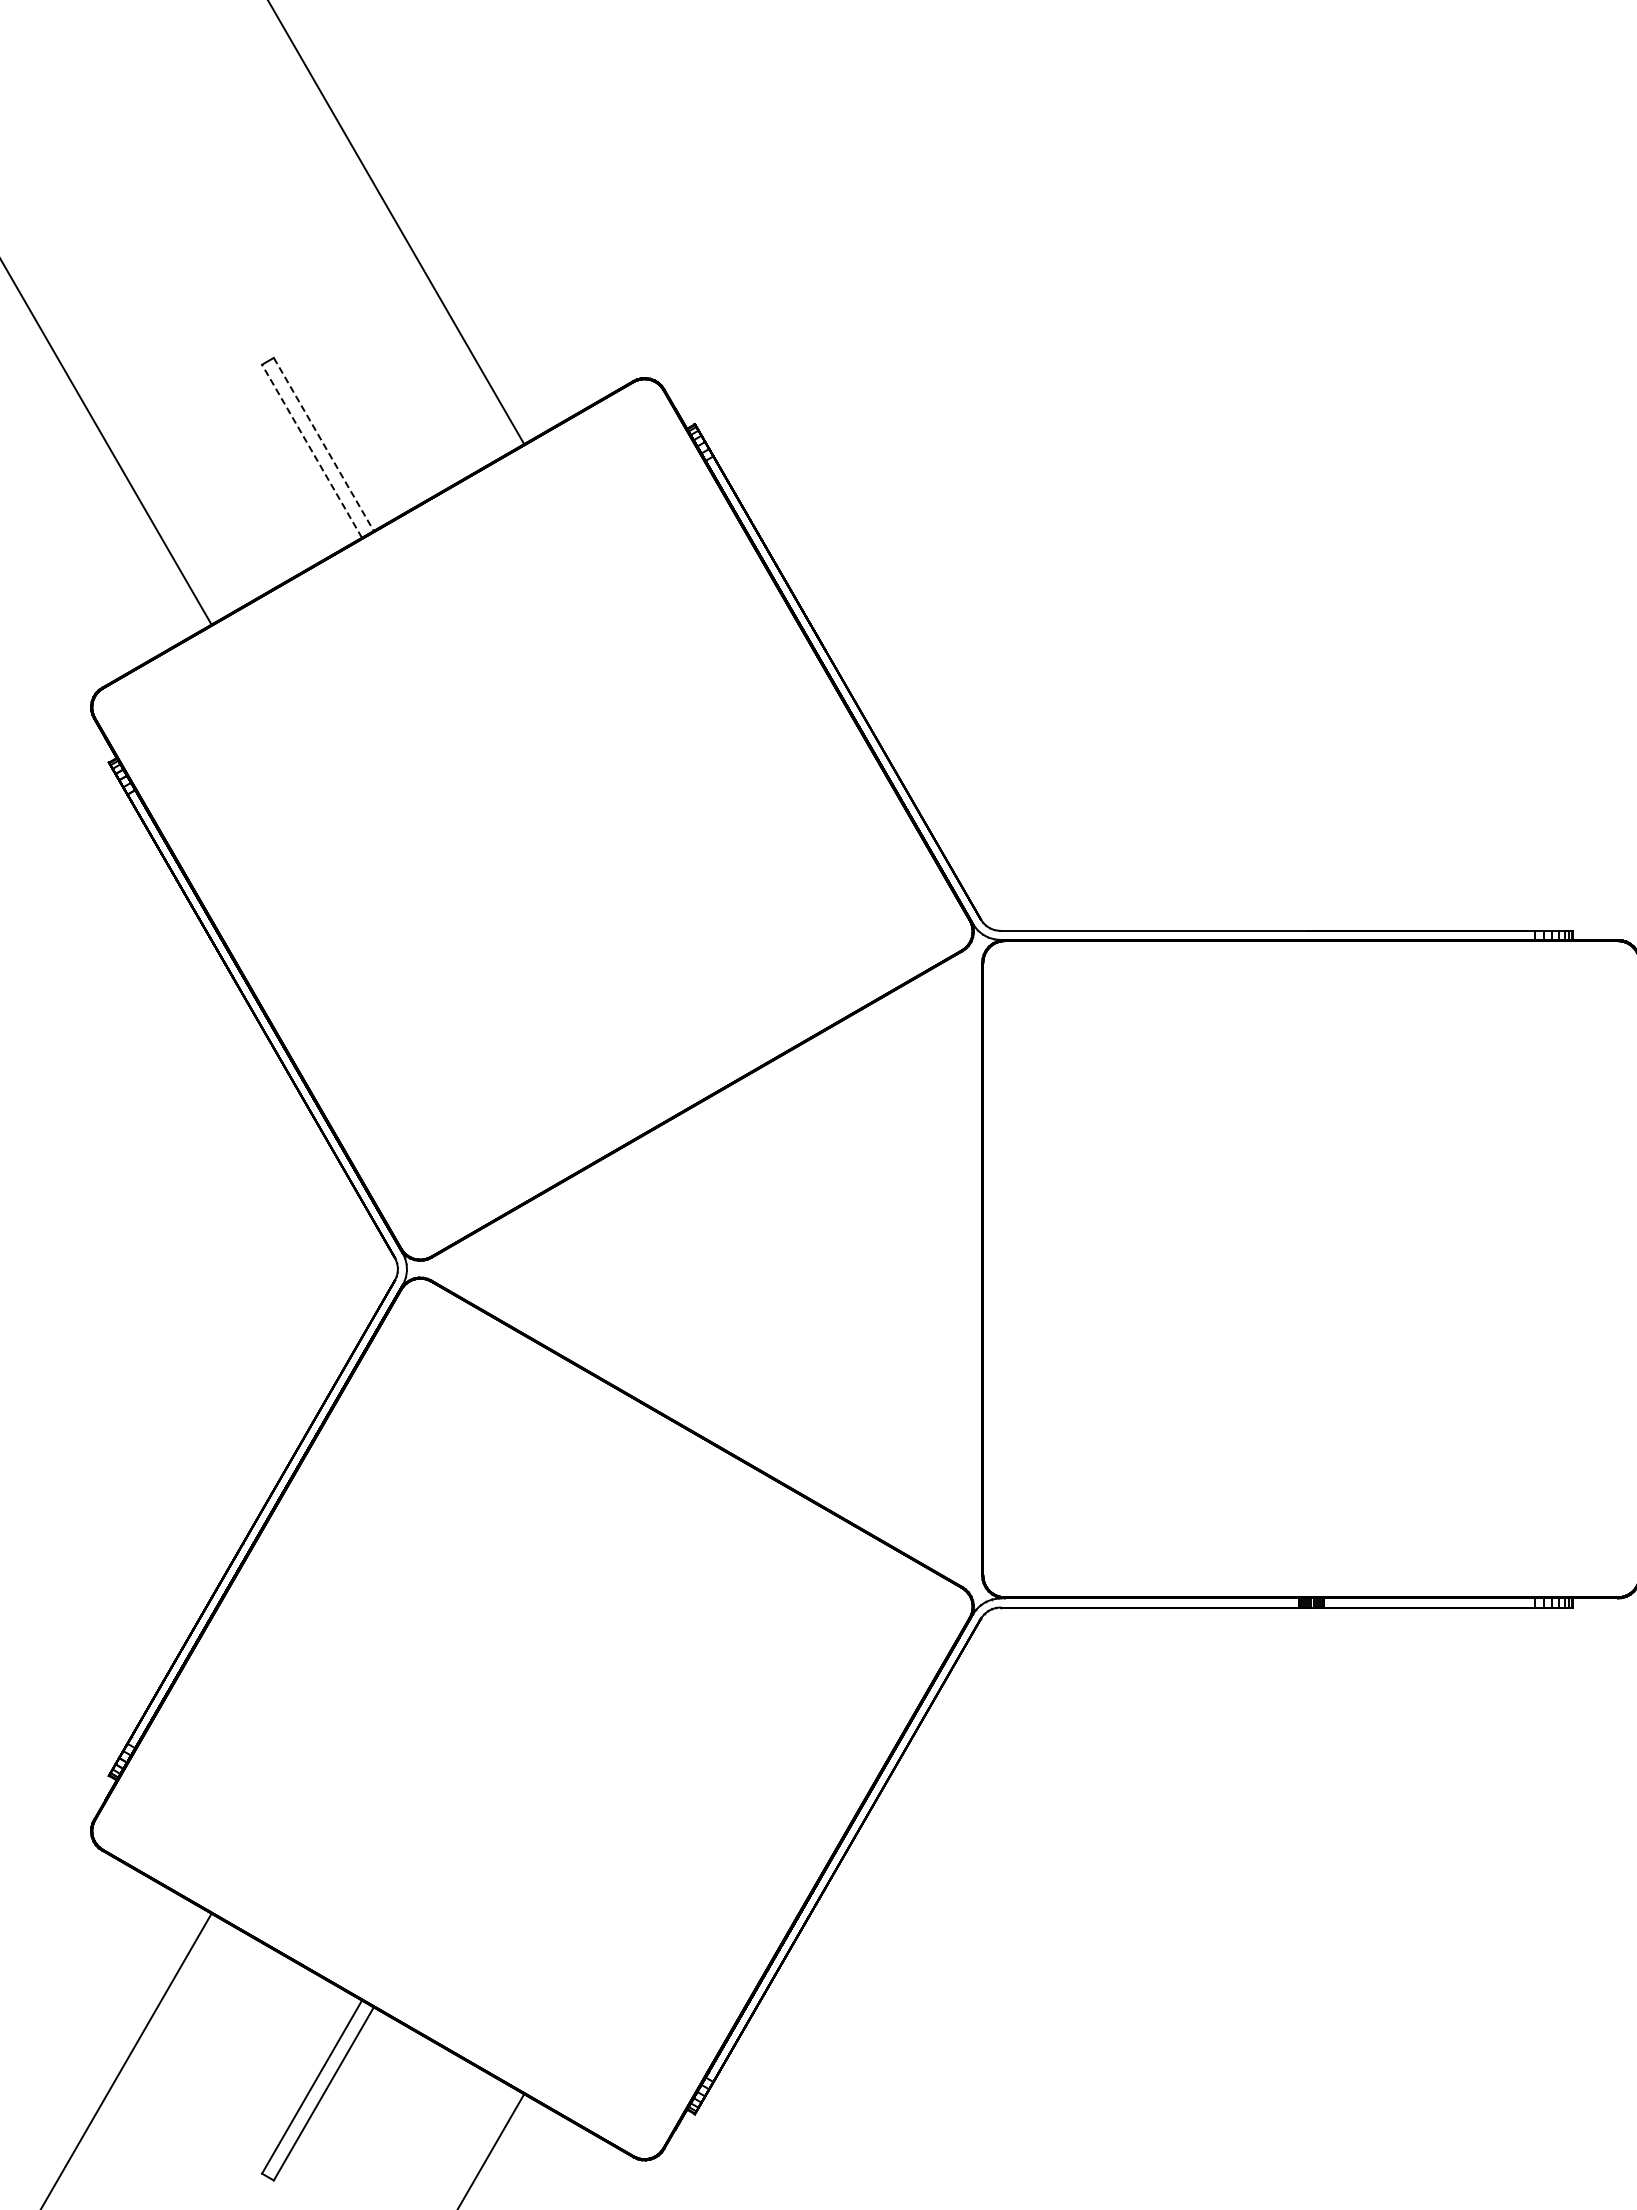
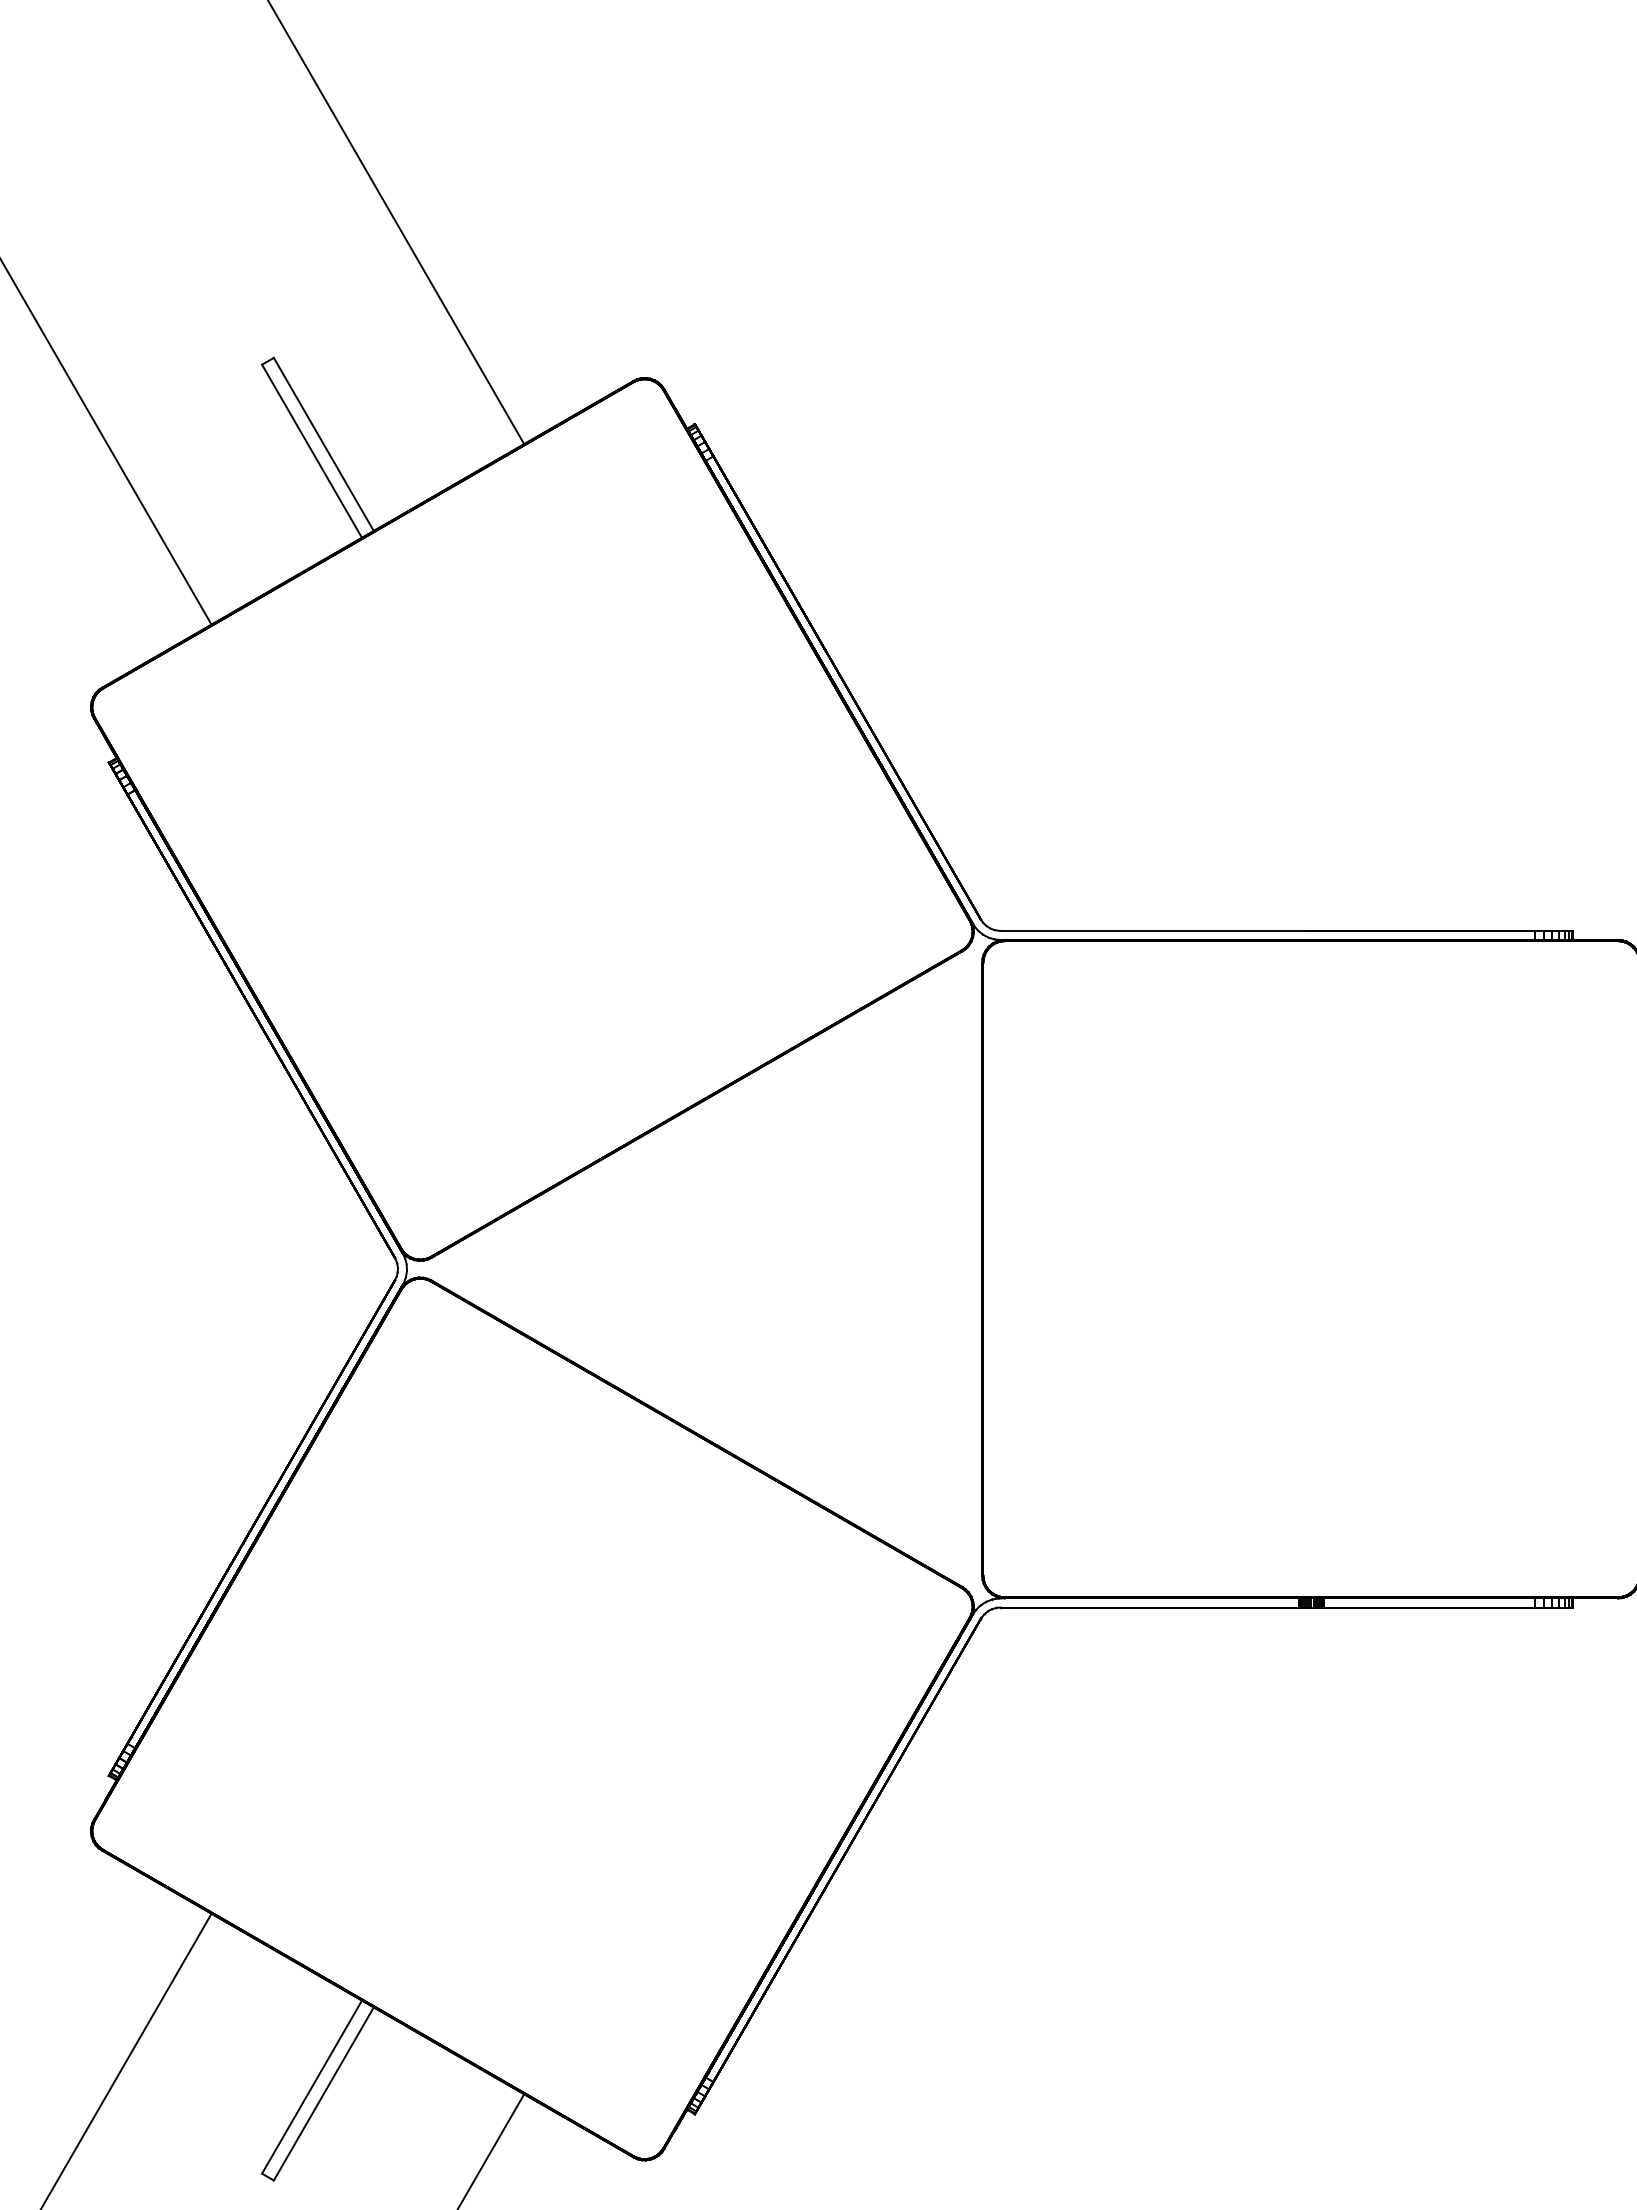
line at (323, 444): dashed -> solid
line at (312, 451): dashed -> solid
